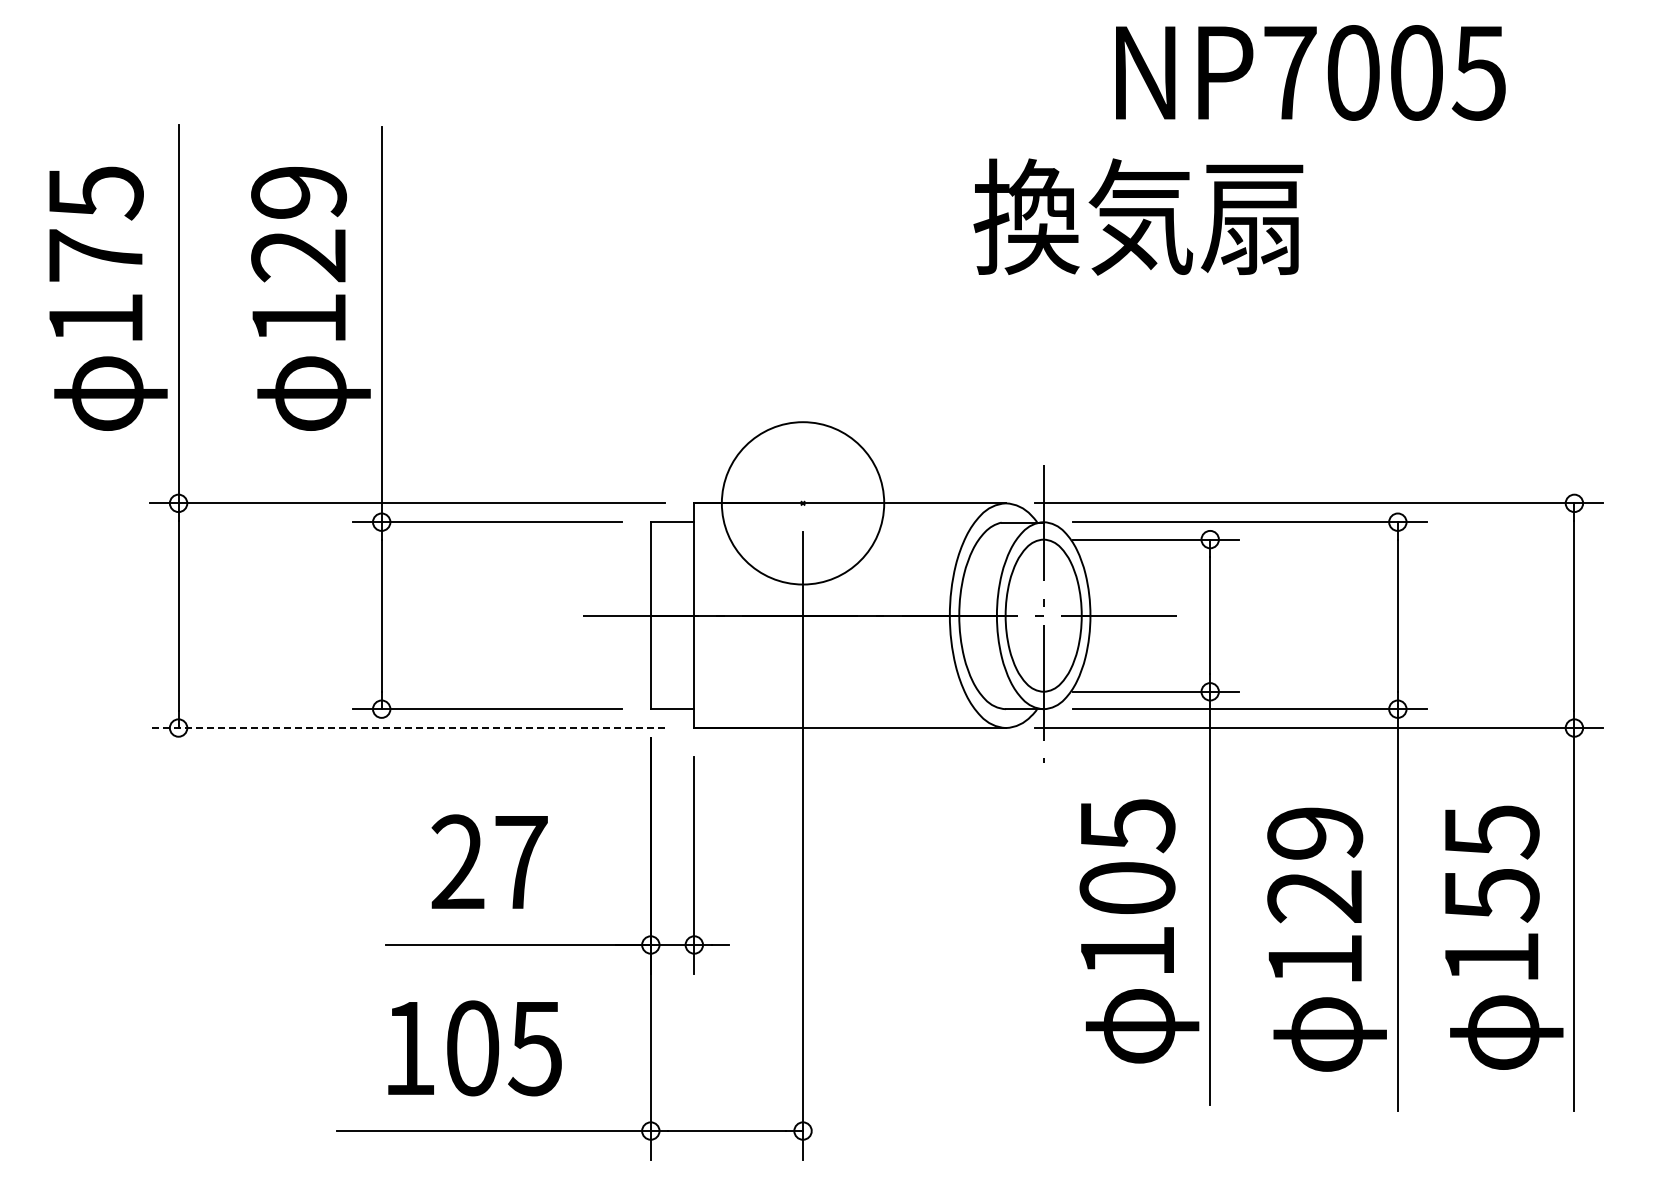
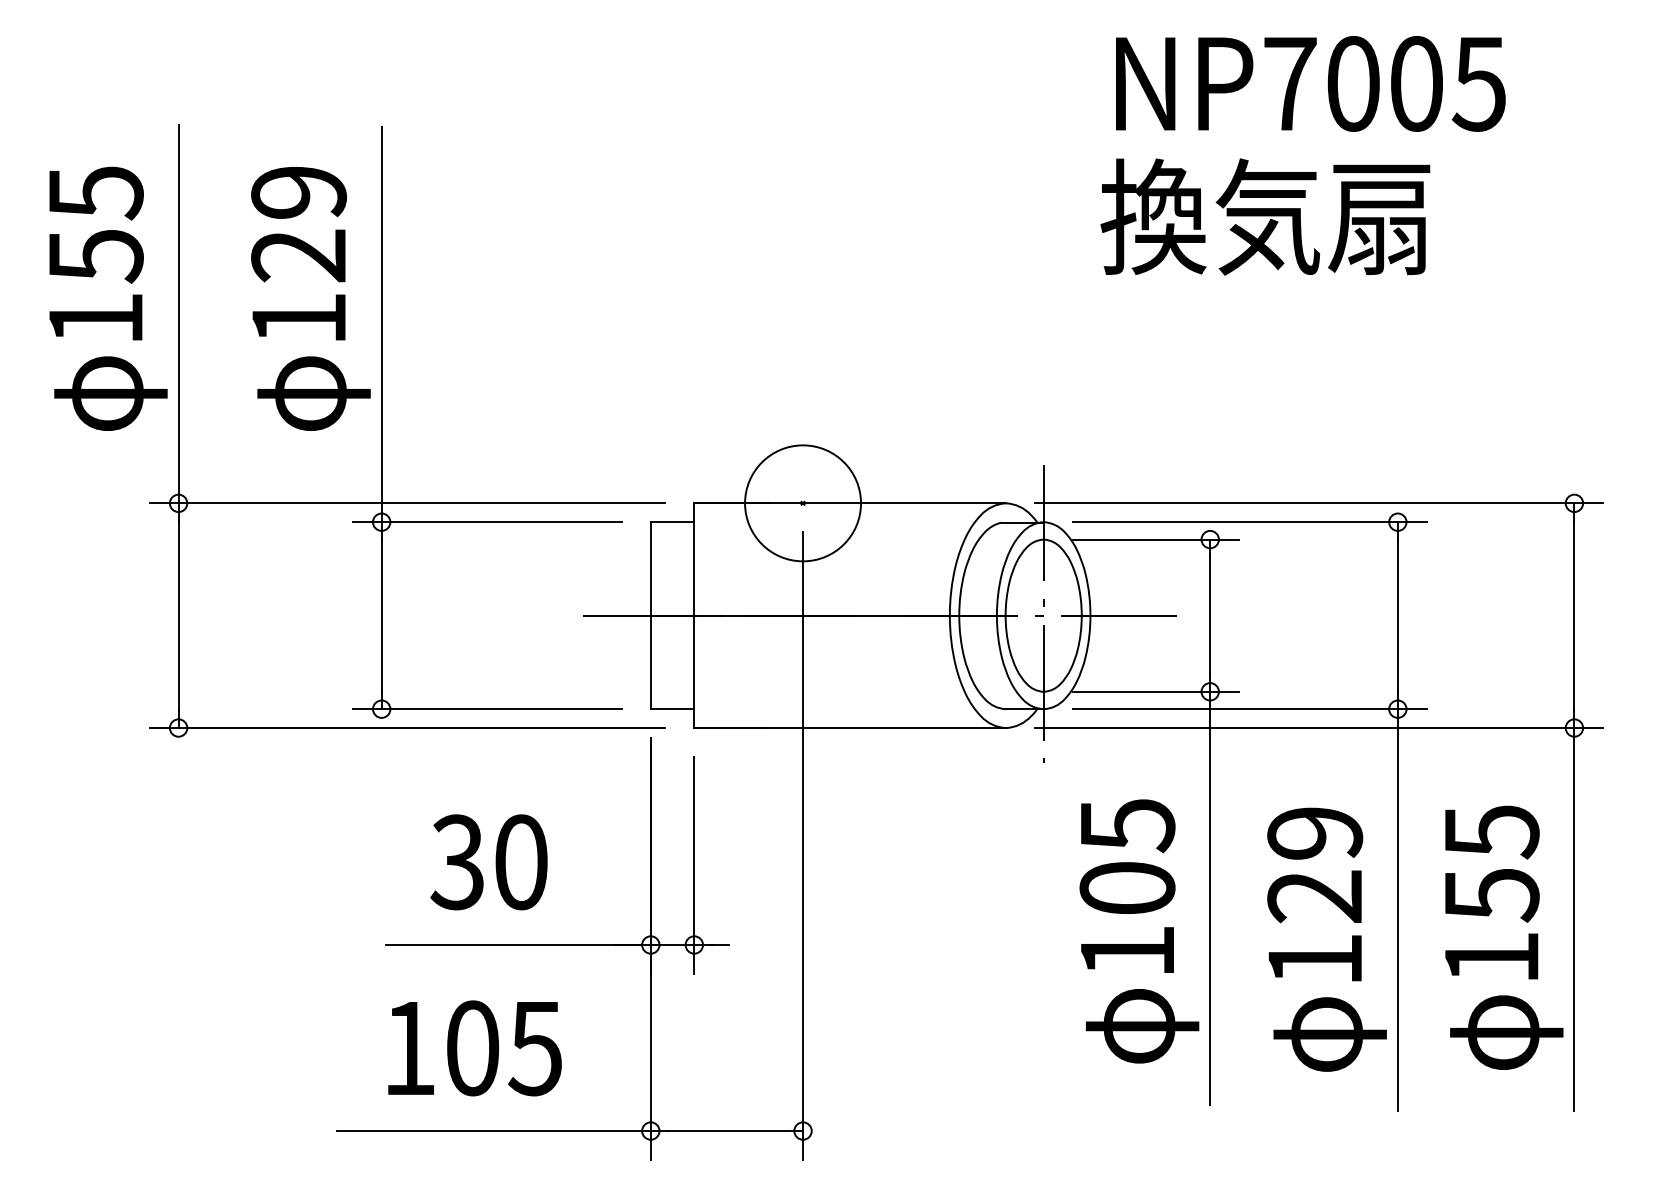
text at (1310, 72) position: (1310, 72) -> (1310, 83)
text at (1138, 216) position: (1138, 216) -> (1265, 216)
text at (96, 256): 175 -> 155
circle at (802, 503) diameter: 162 px -> 116 px
line at (407, 728): dashed -> solid
text at (488, 862): 27 -> 30
